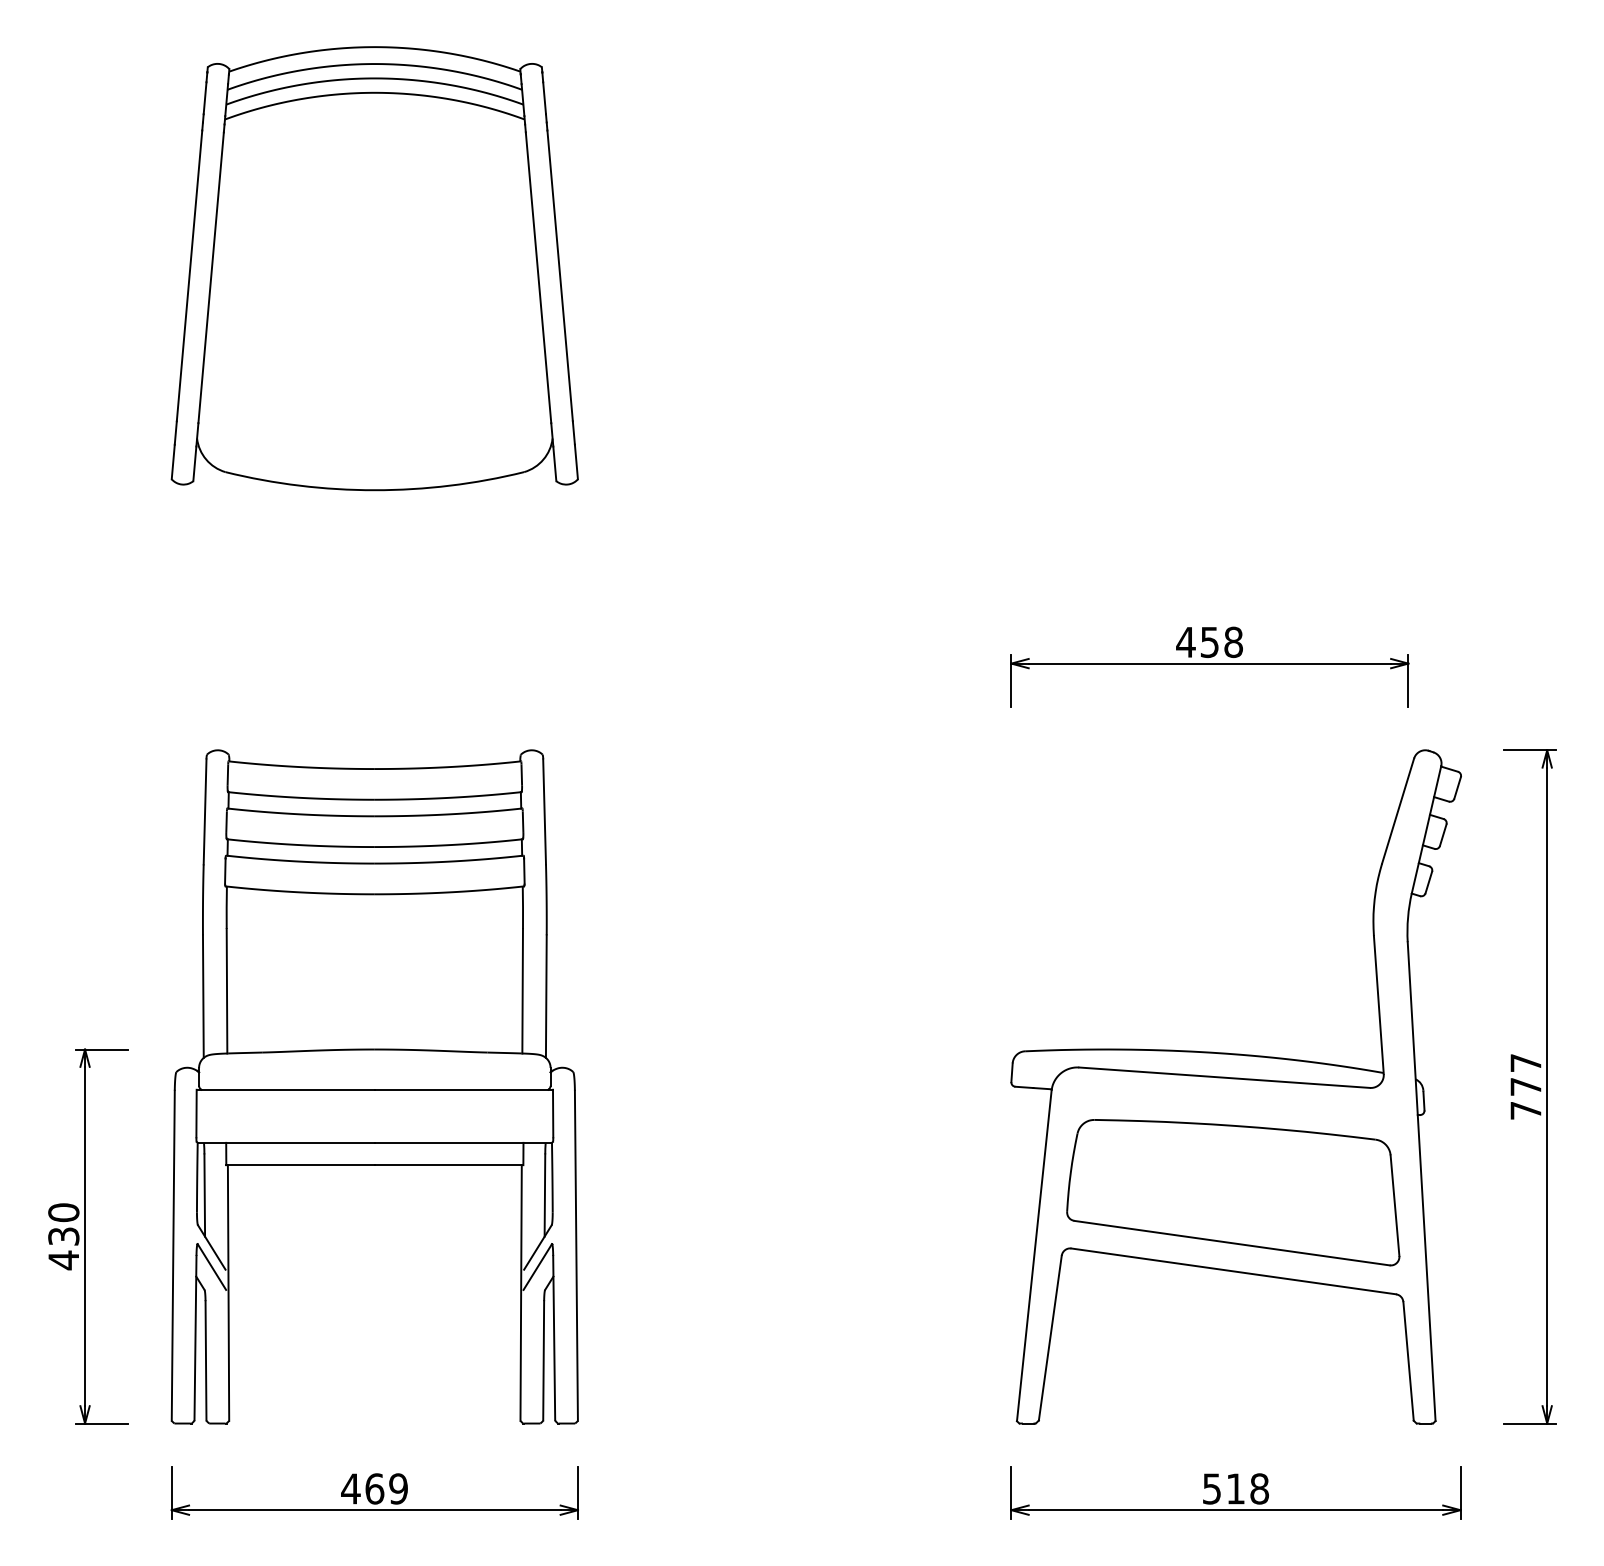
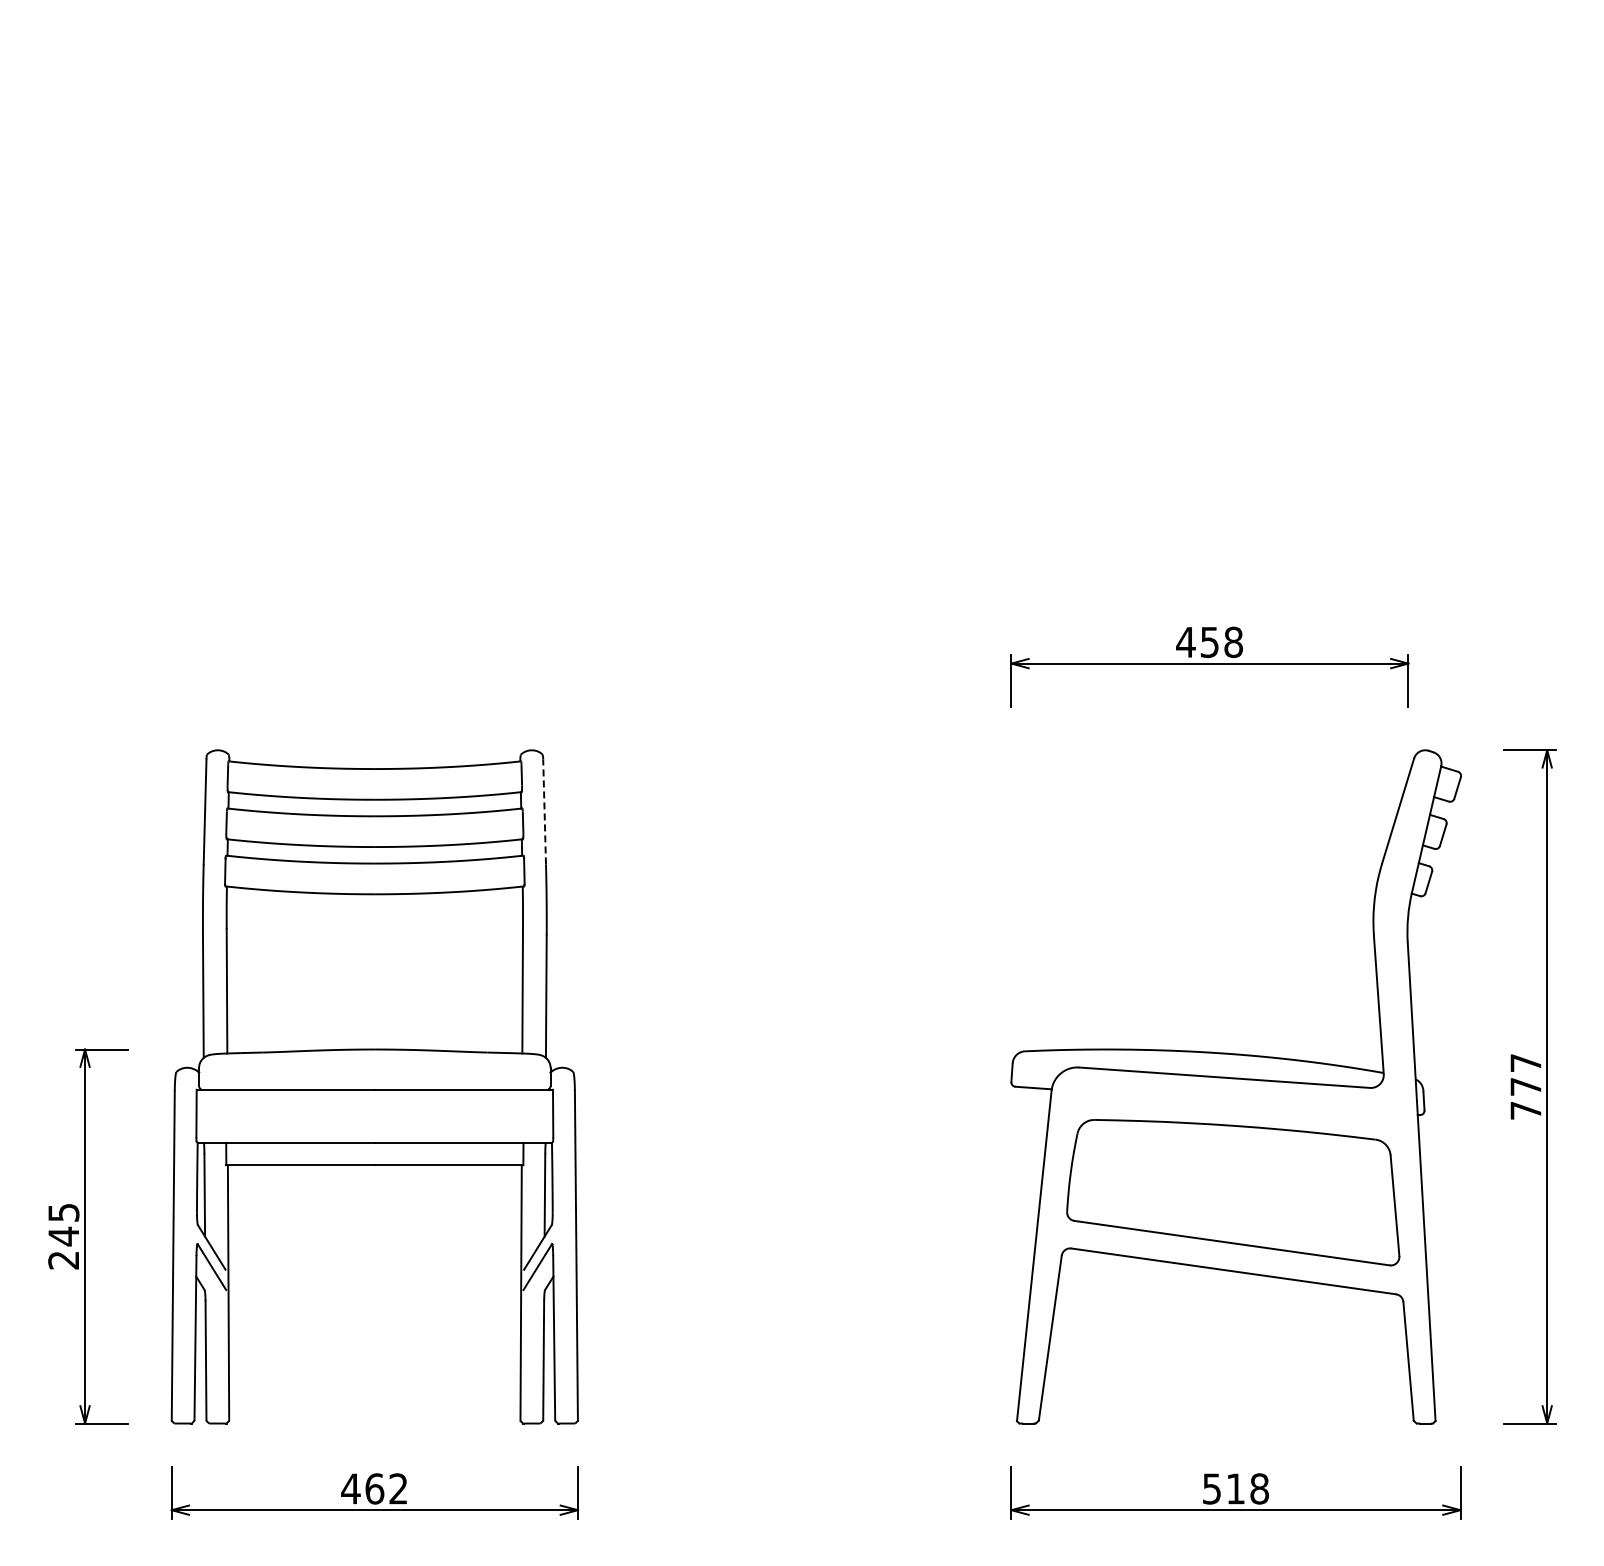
part at (374, 268): present -> none
line at (544, 811): solid -> dashed
text at (63, 1236): 430 -> 245
text at (398, 1488): 469 -> 462
